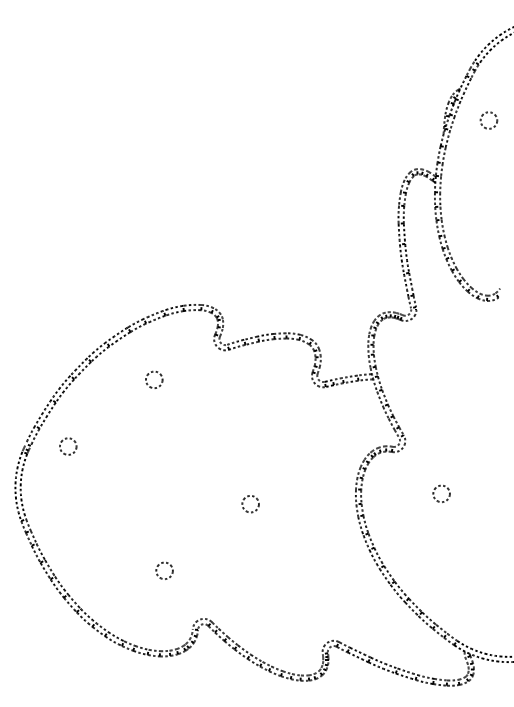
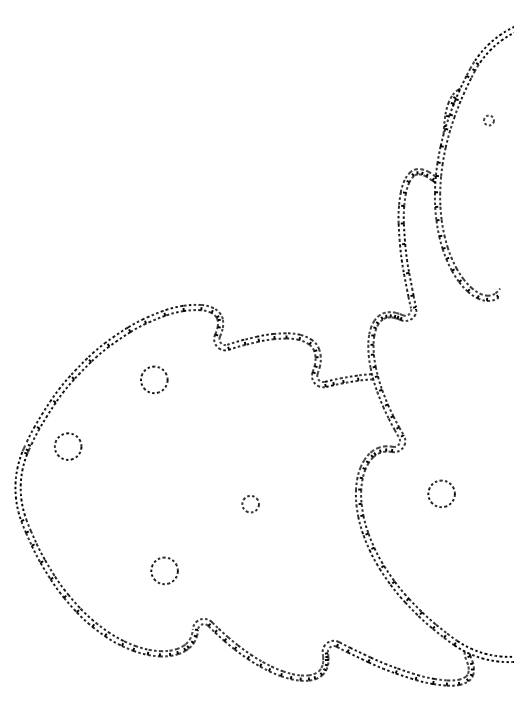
circle at (488, 120) size: 20x19 px -> 12x13 px
circle at (153, 379) diameter: 17 px -> 27 px
circle at (68, 446) size: 19x19 px -> 29x29 px
circle at (441, 493) diameter: 17 px -> 27 px
circle at (164, 570) diameter: 17 px -> 27 px
